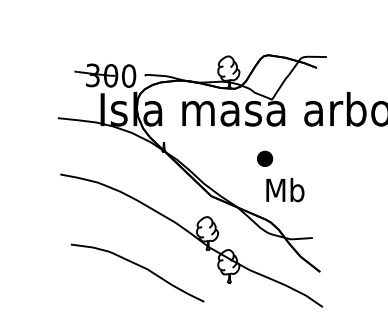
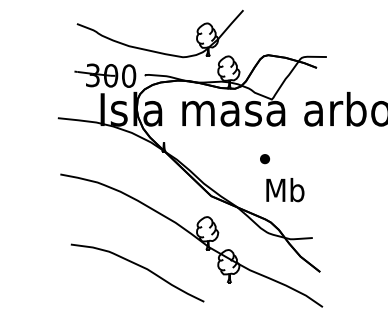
part at (154, 50): none -> present
part at (265, 158) size: 17x17 px -> 10x11 px
